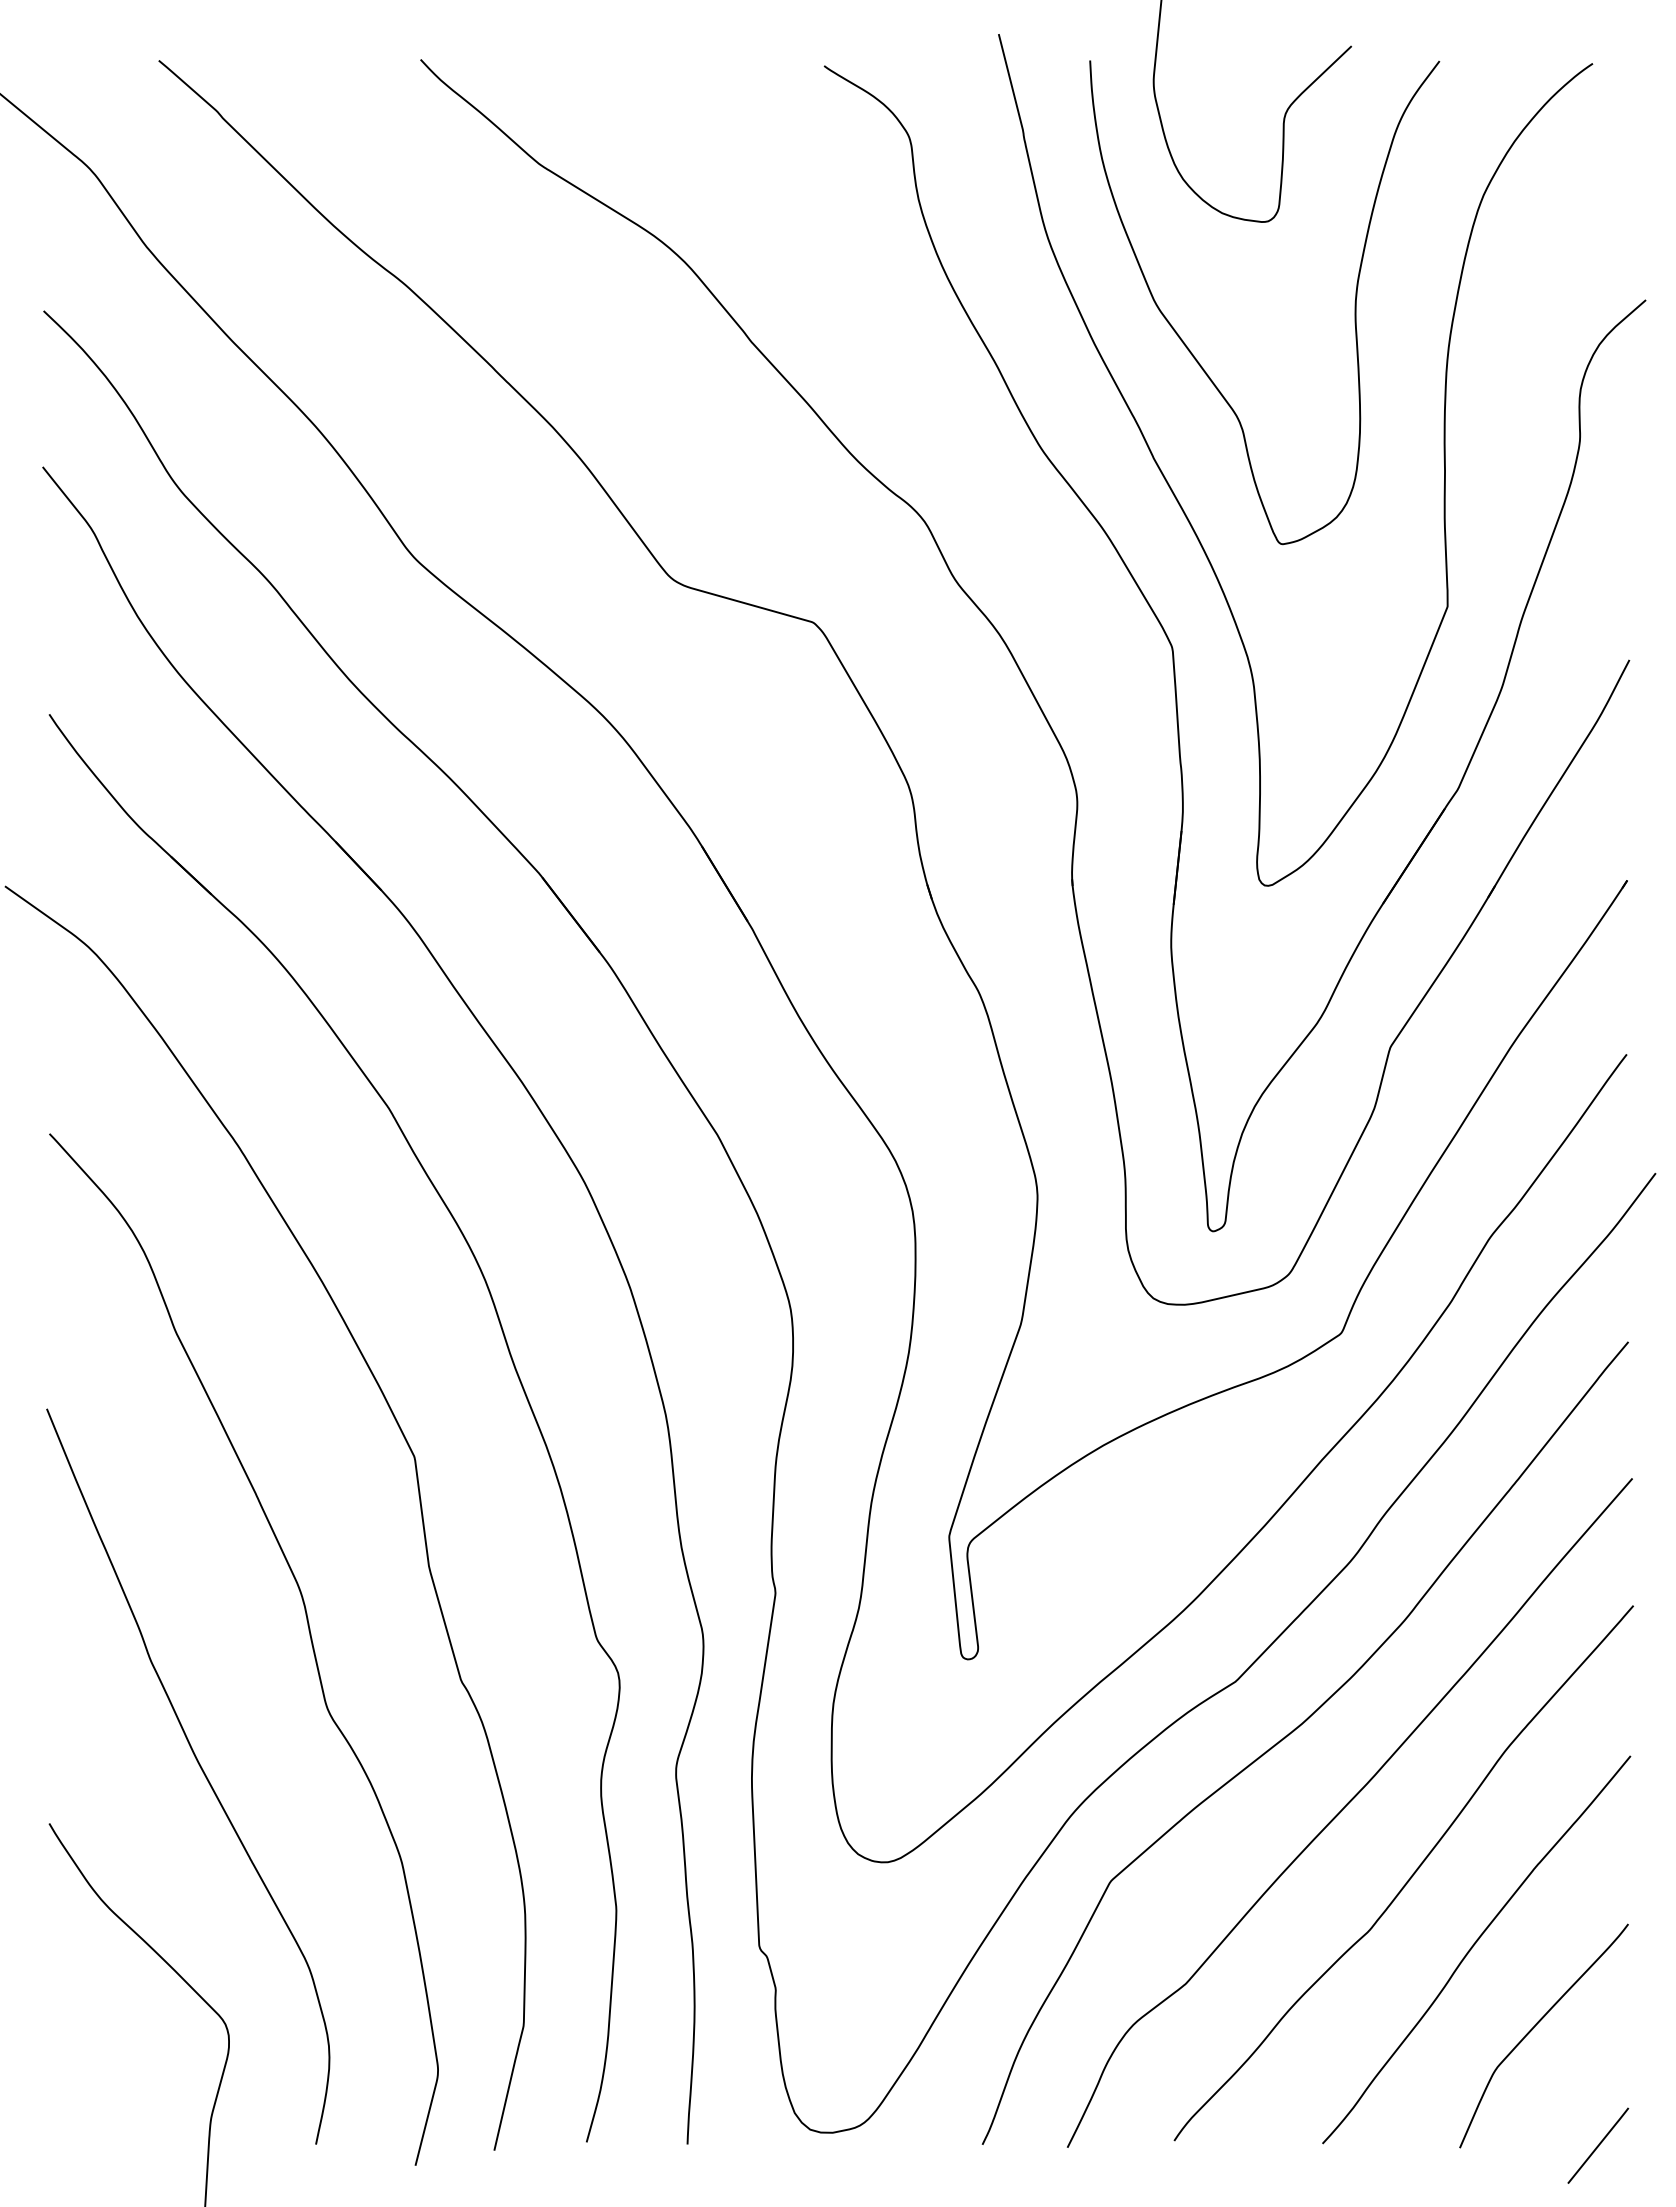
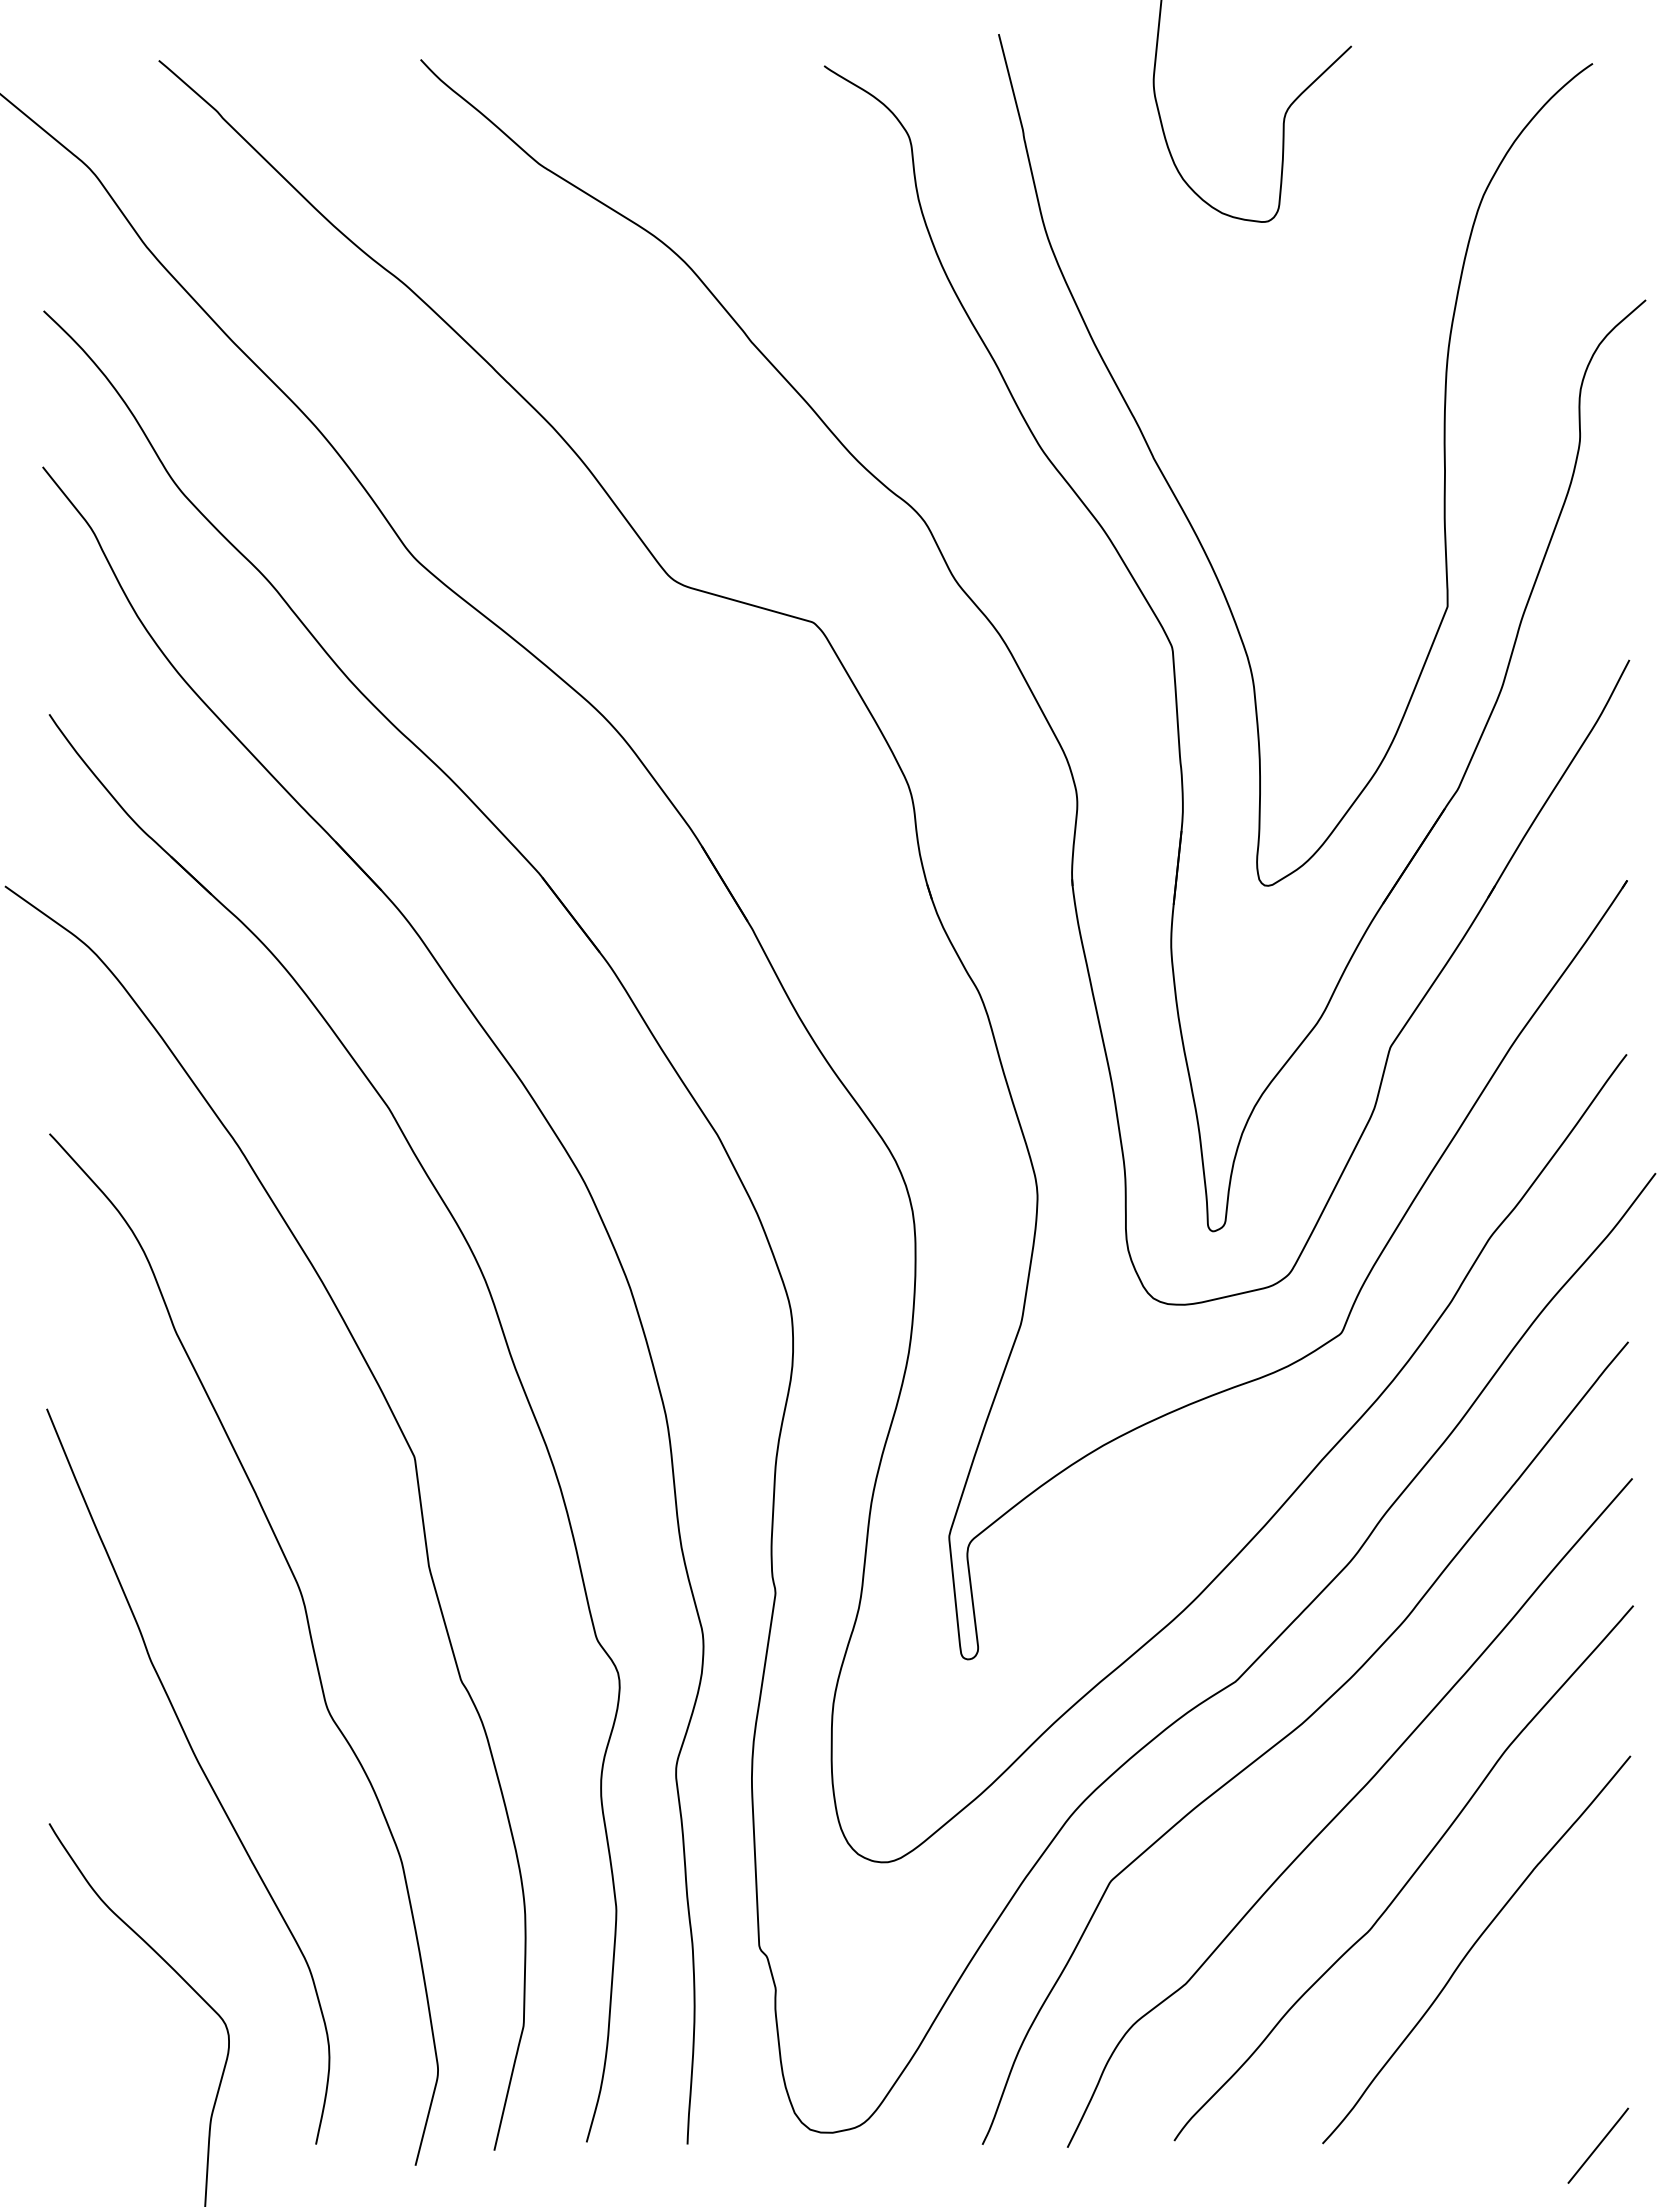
curve at (1194, 355): present -> none
curve at (1533, 2029): present -> none
